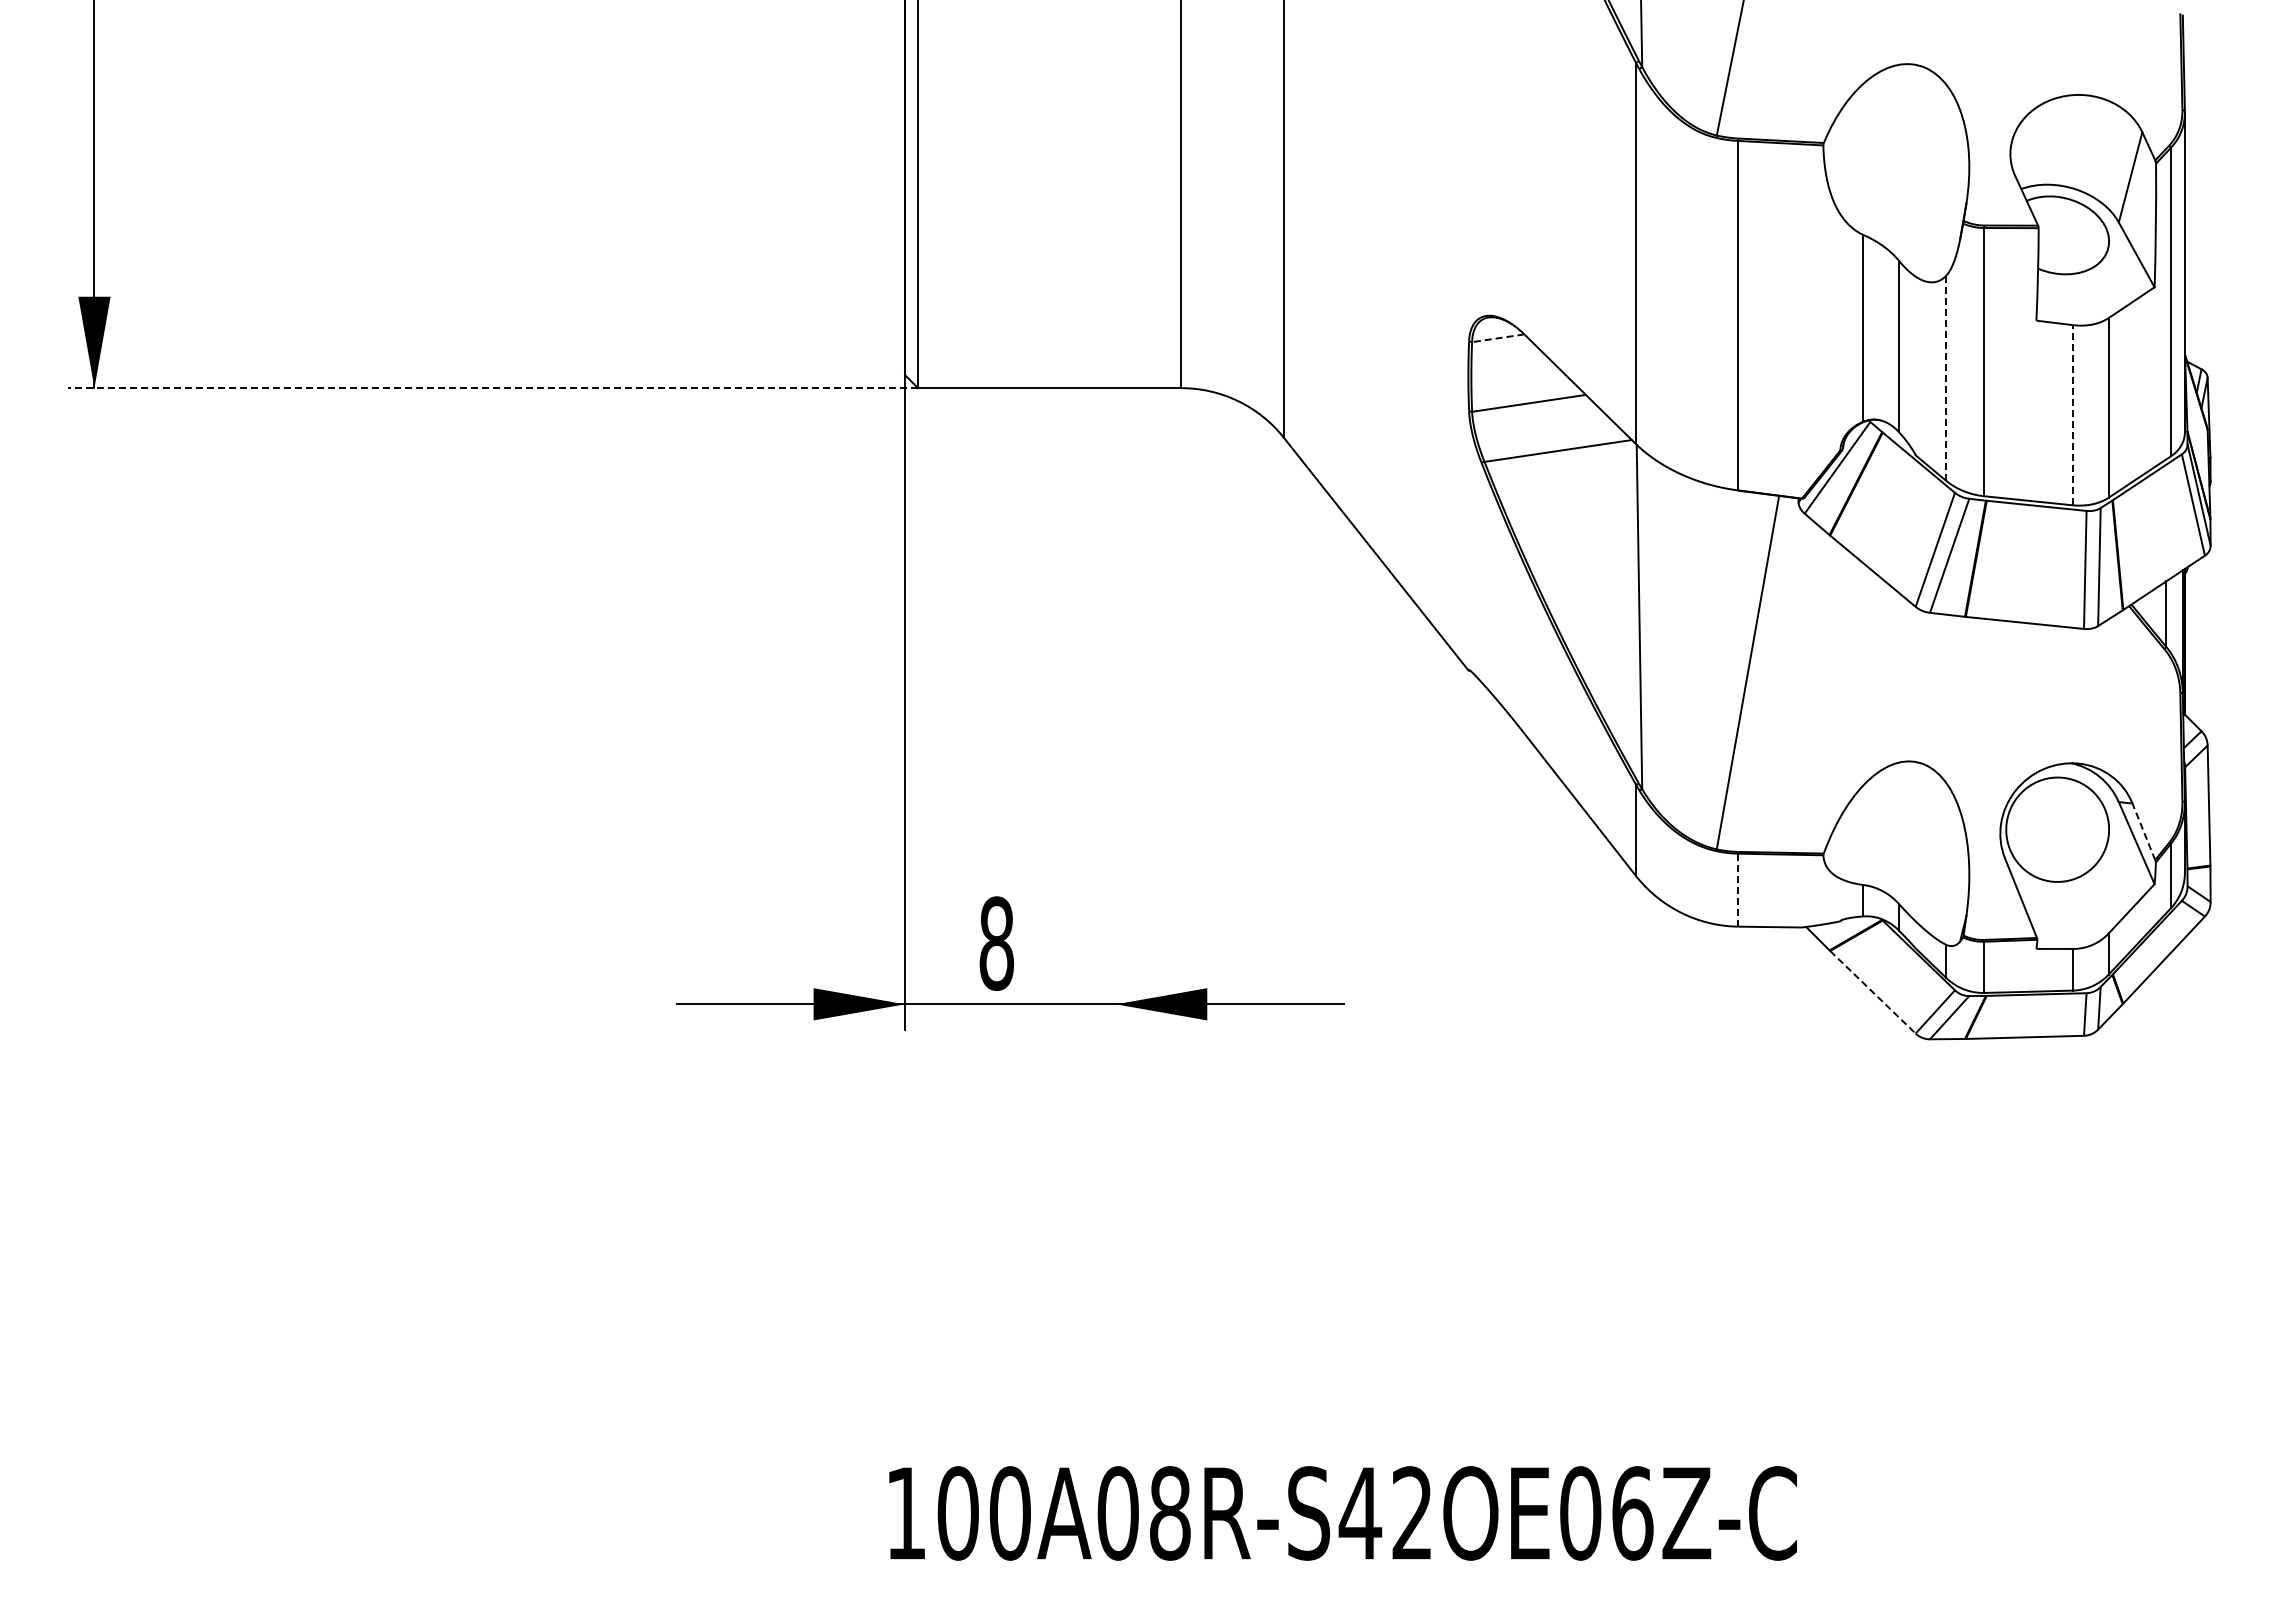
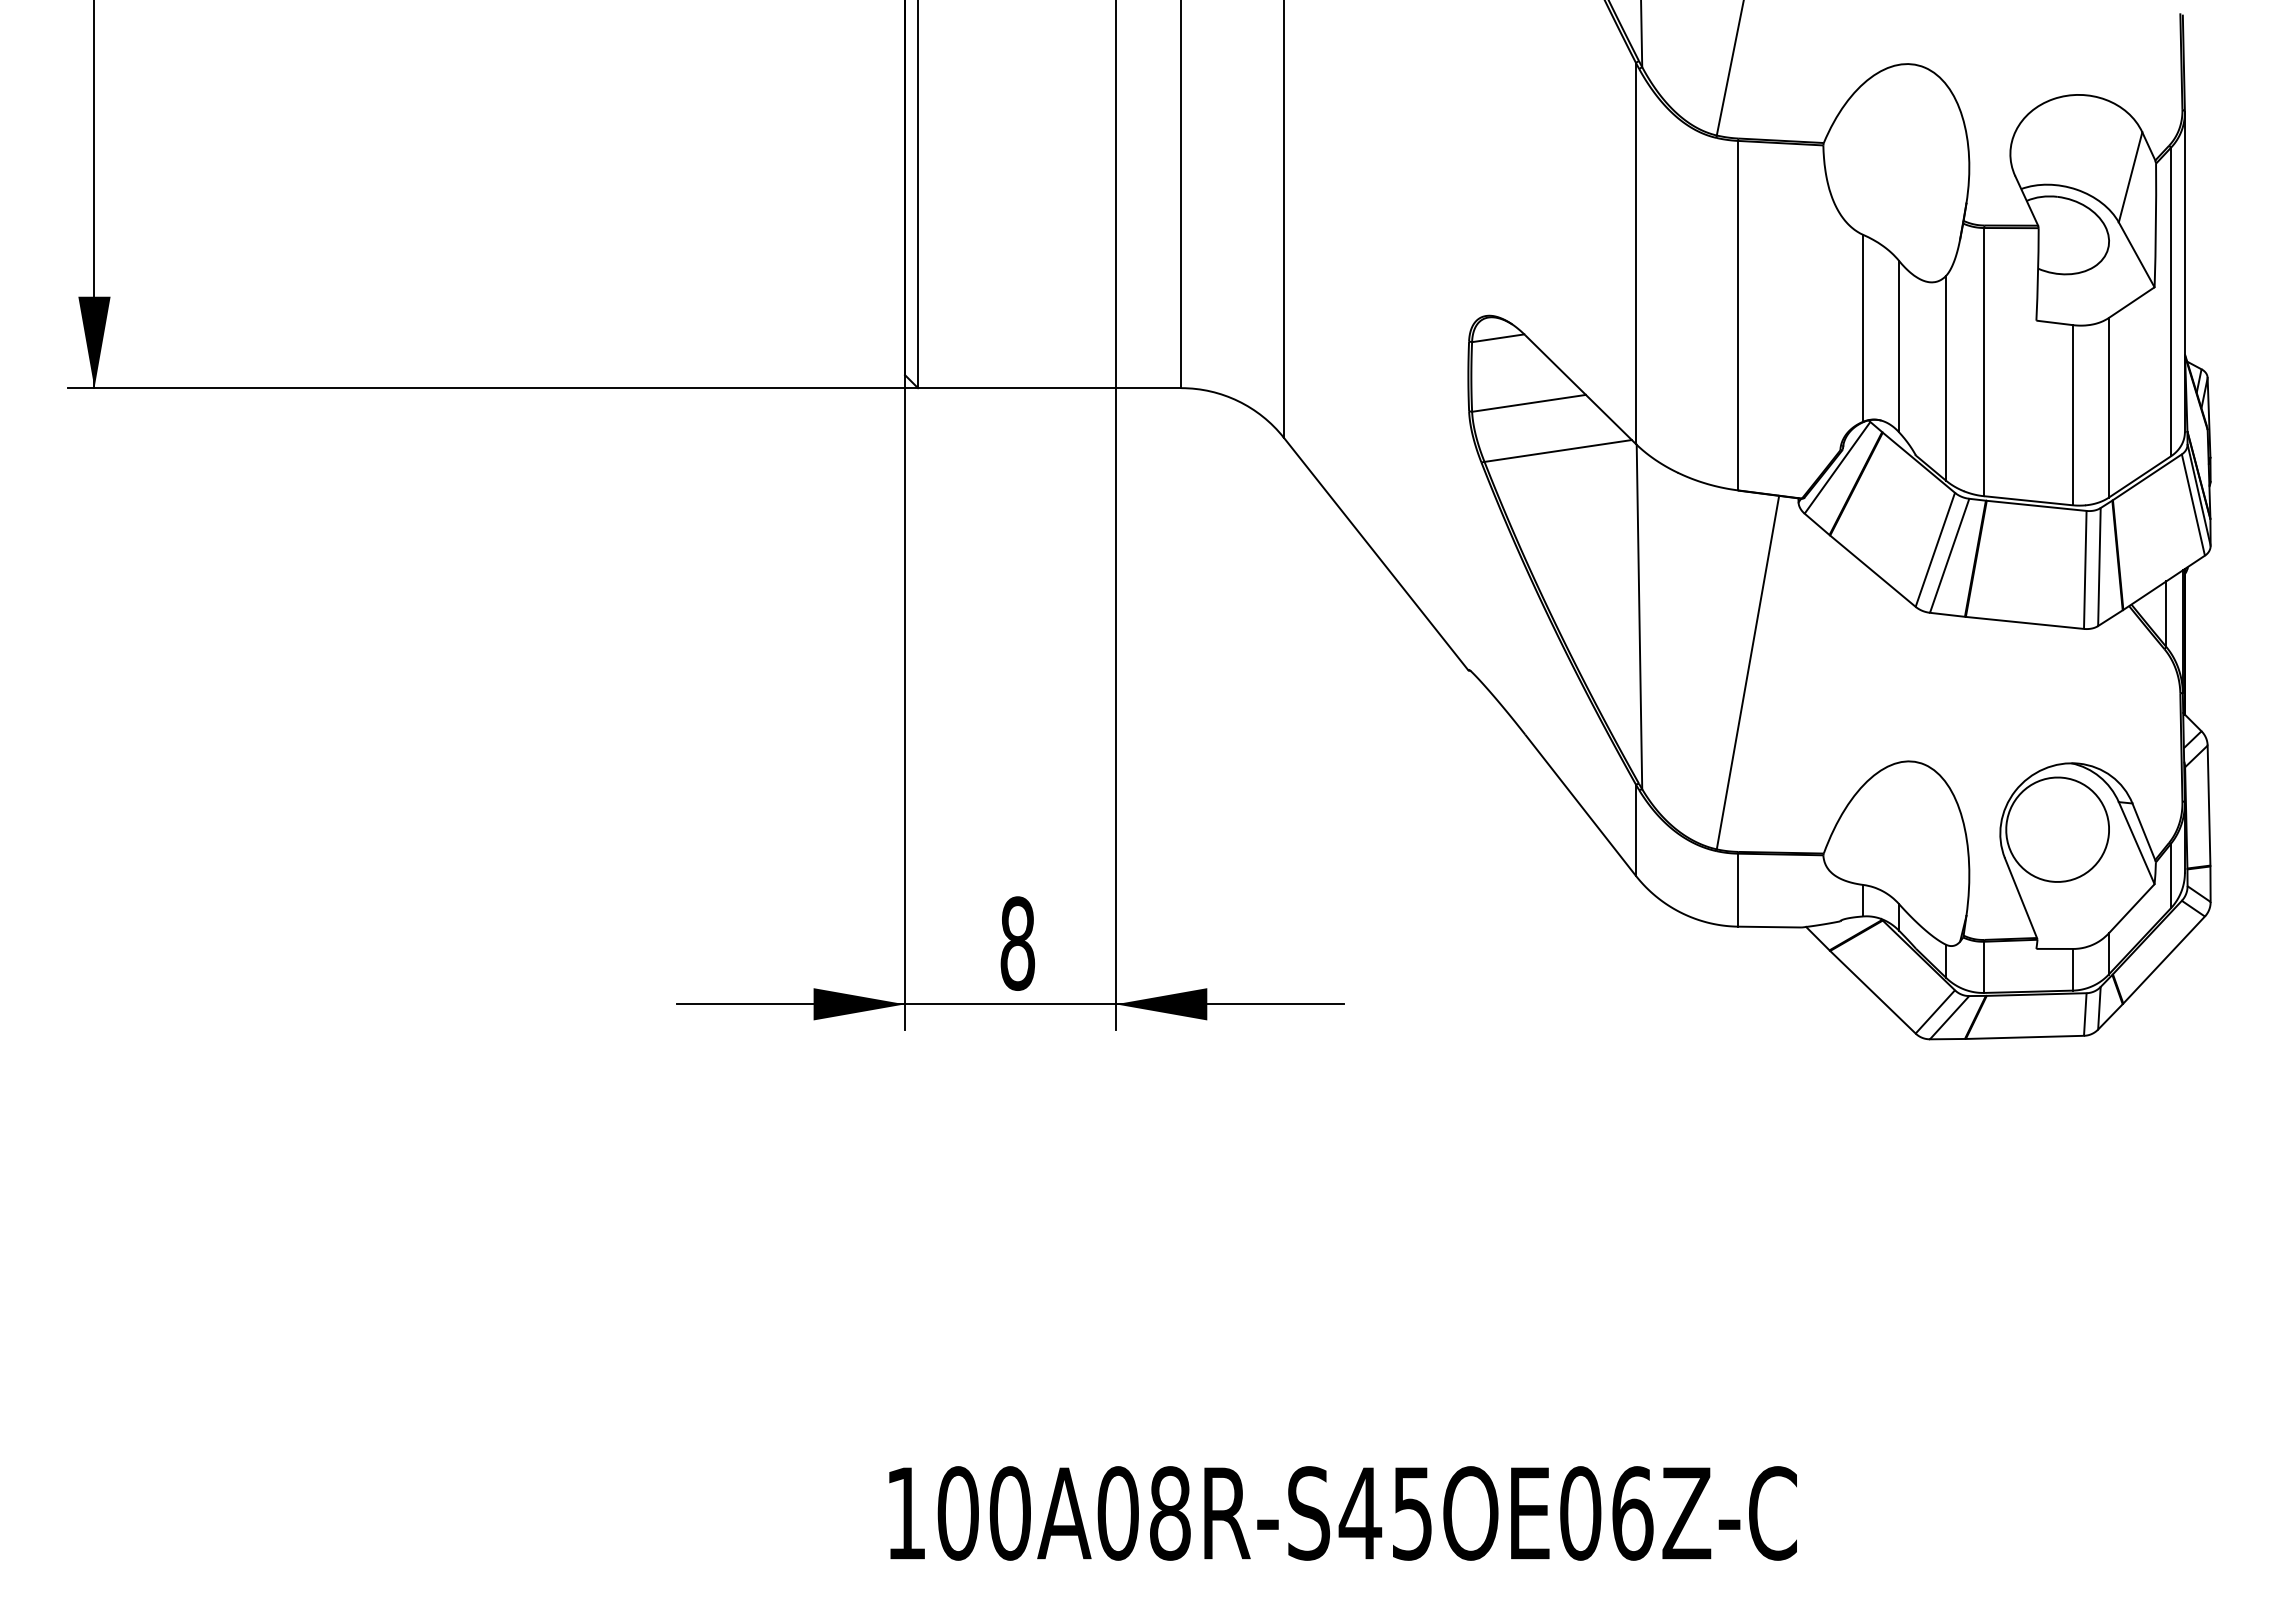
line at (1497, 338): dashed -> solid
line at (1946, 378): dashed -> solid
line at (493, 388): dashed -> solid
line at (2072, 414): dashed -> solid
line at (1115, 516): none -> present
line at (2143, 831): dashed -> solid
line at (1738, 890): dashed -> solid
text at (996, 943) position: (996, 943) -> (1017, 943)
line at (1873, 992): dashed -> solid
text at (1411, 1513): 100A08R-S42OE06Z-C -> 100A08R-S45OE06Z-C
